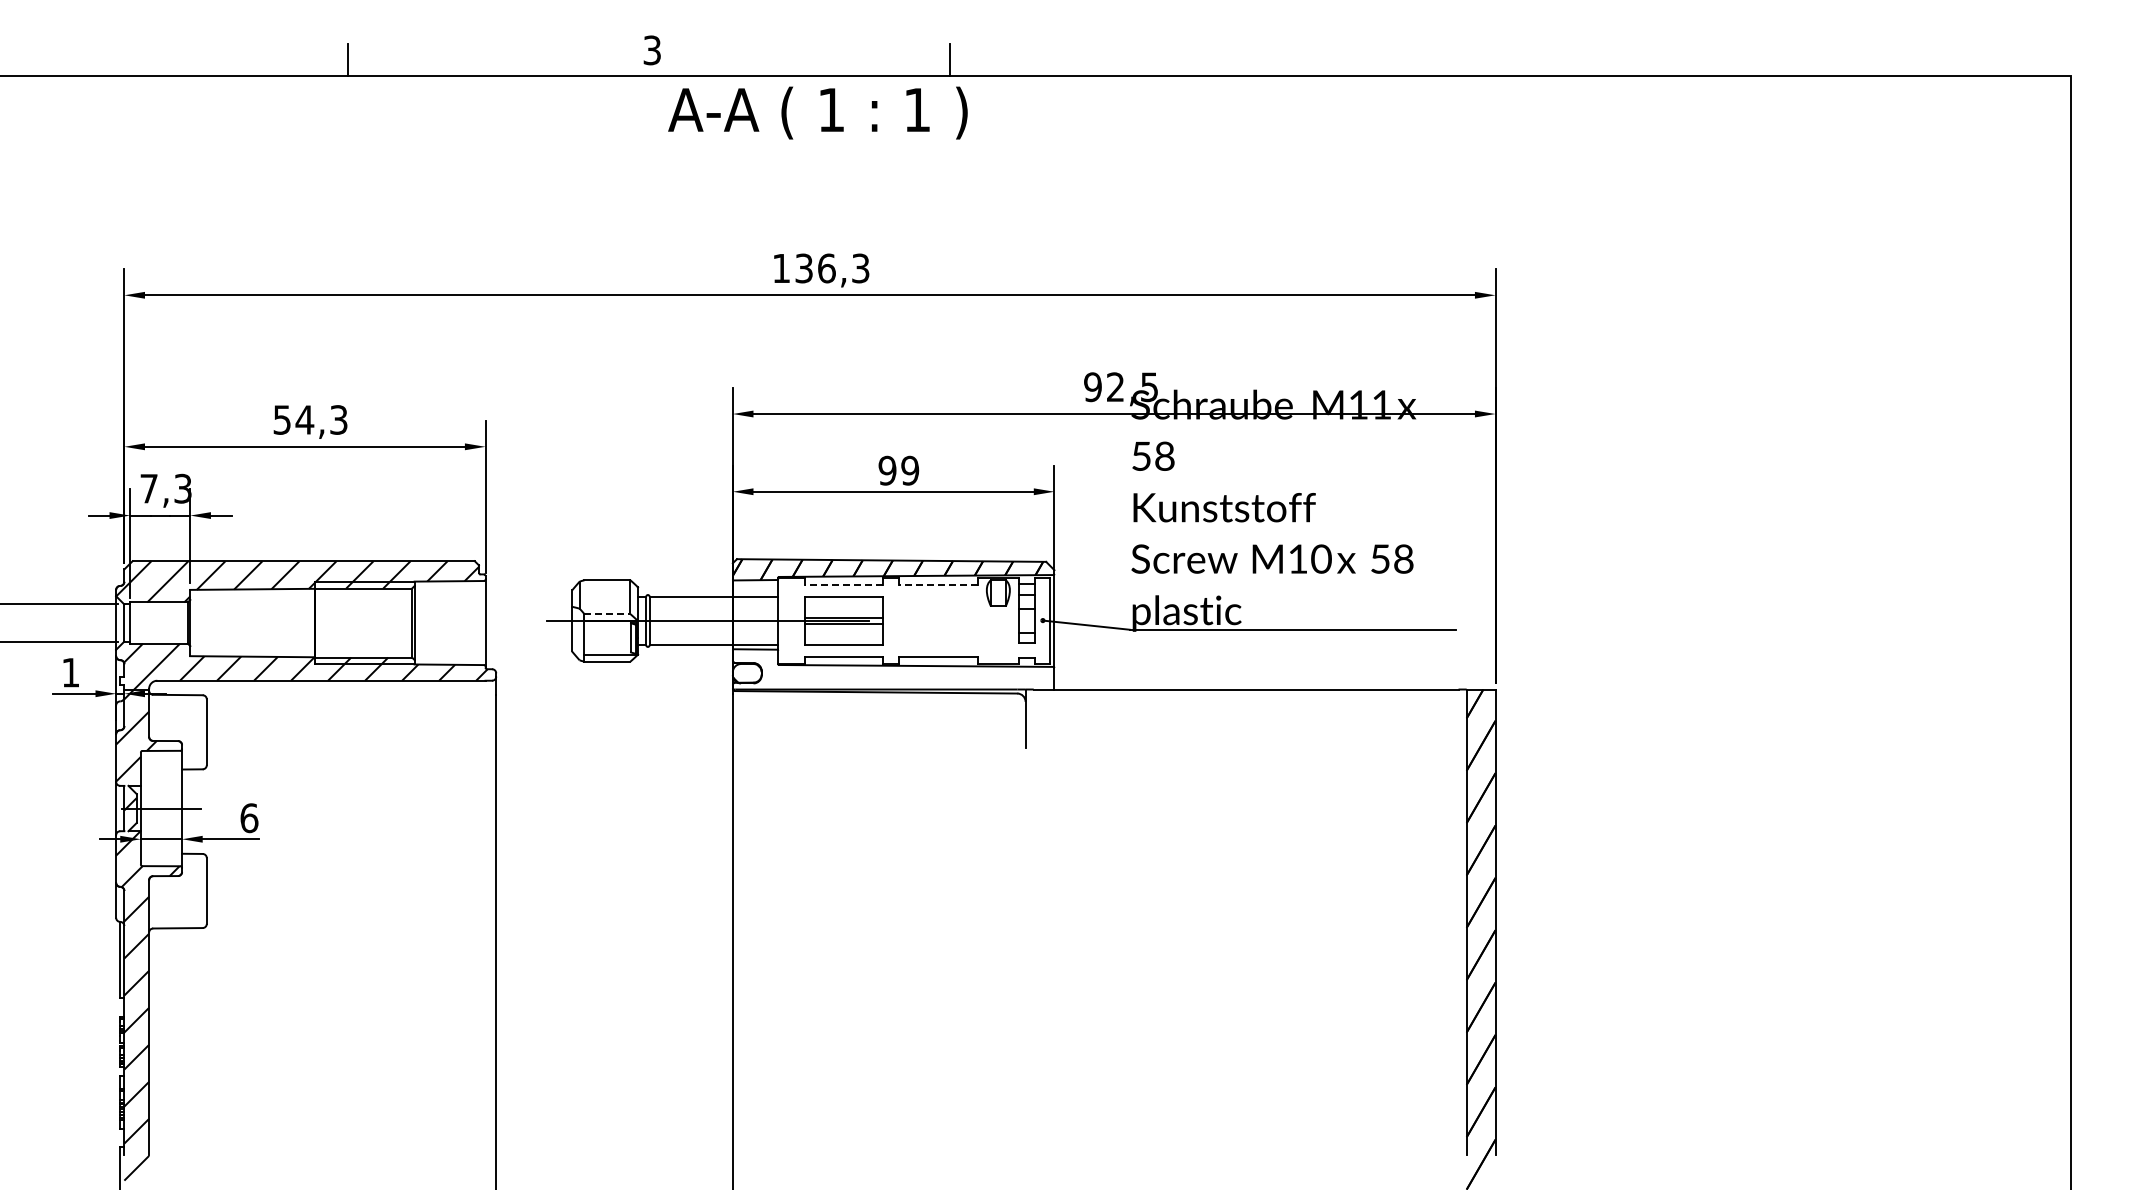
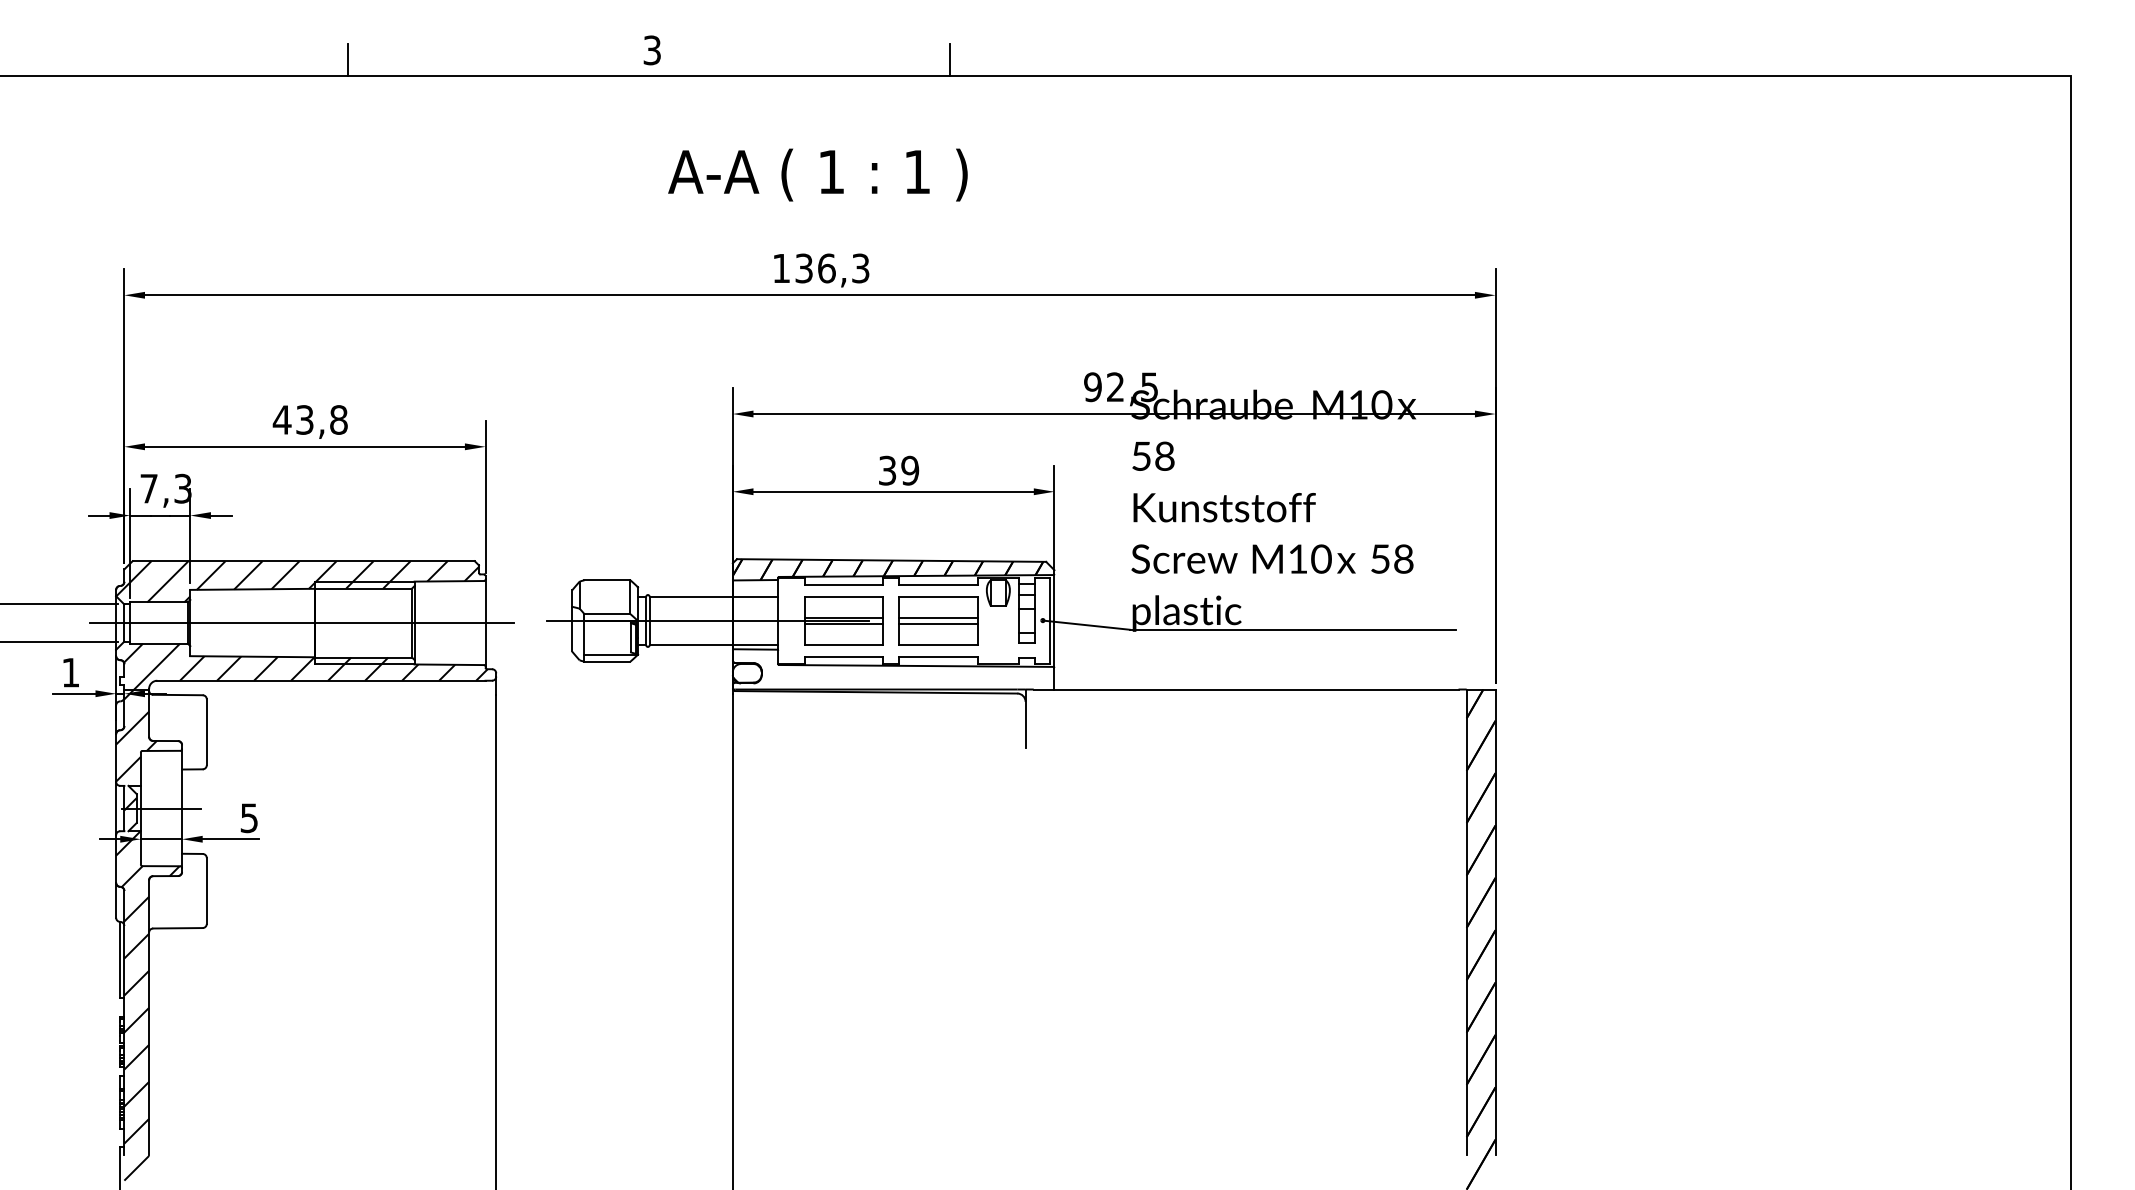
text at (817, 112) position: (817, 112) -> (817, 174)
text at (1381, 404): M11 -> M10
text at (309, 419): 54,3 -> 43,8
text at (887, 470): 99 -> 39
line at (843, 585): dashed -> solid
line at (938, 585): dashed -> solid
line at (607, 614): dashed -> solid
part at (938, 620): none -> present
line at (301, 623): none -> present
text at (249, 818): 6 -> 5
